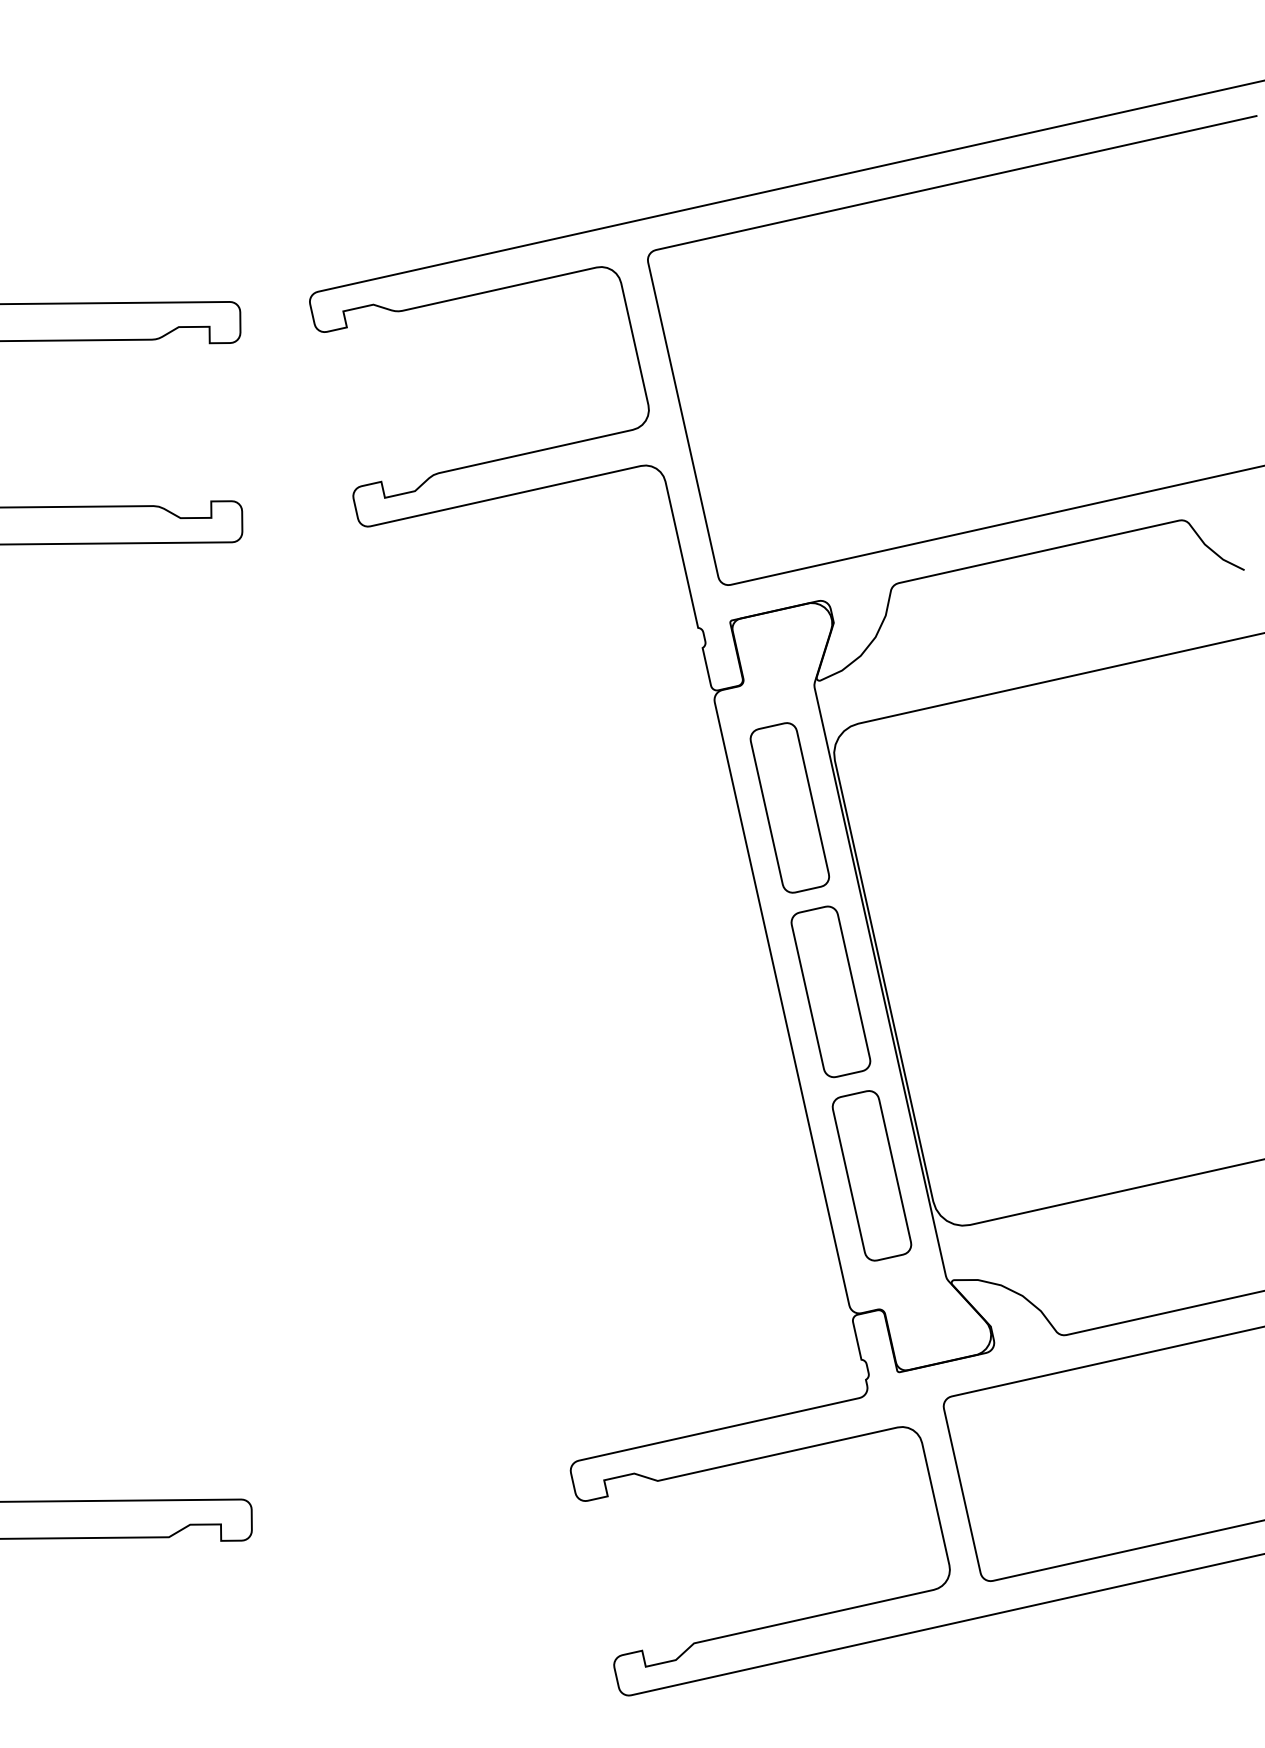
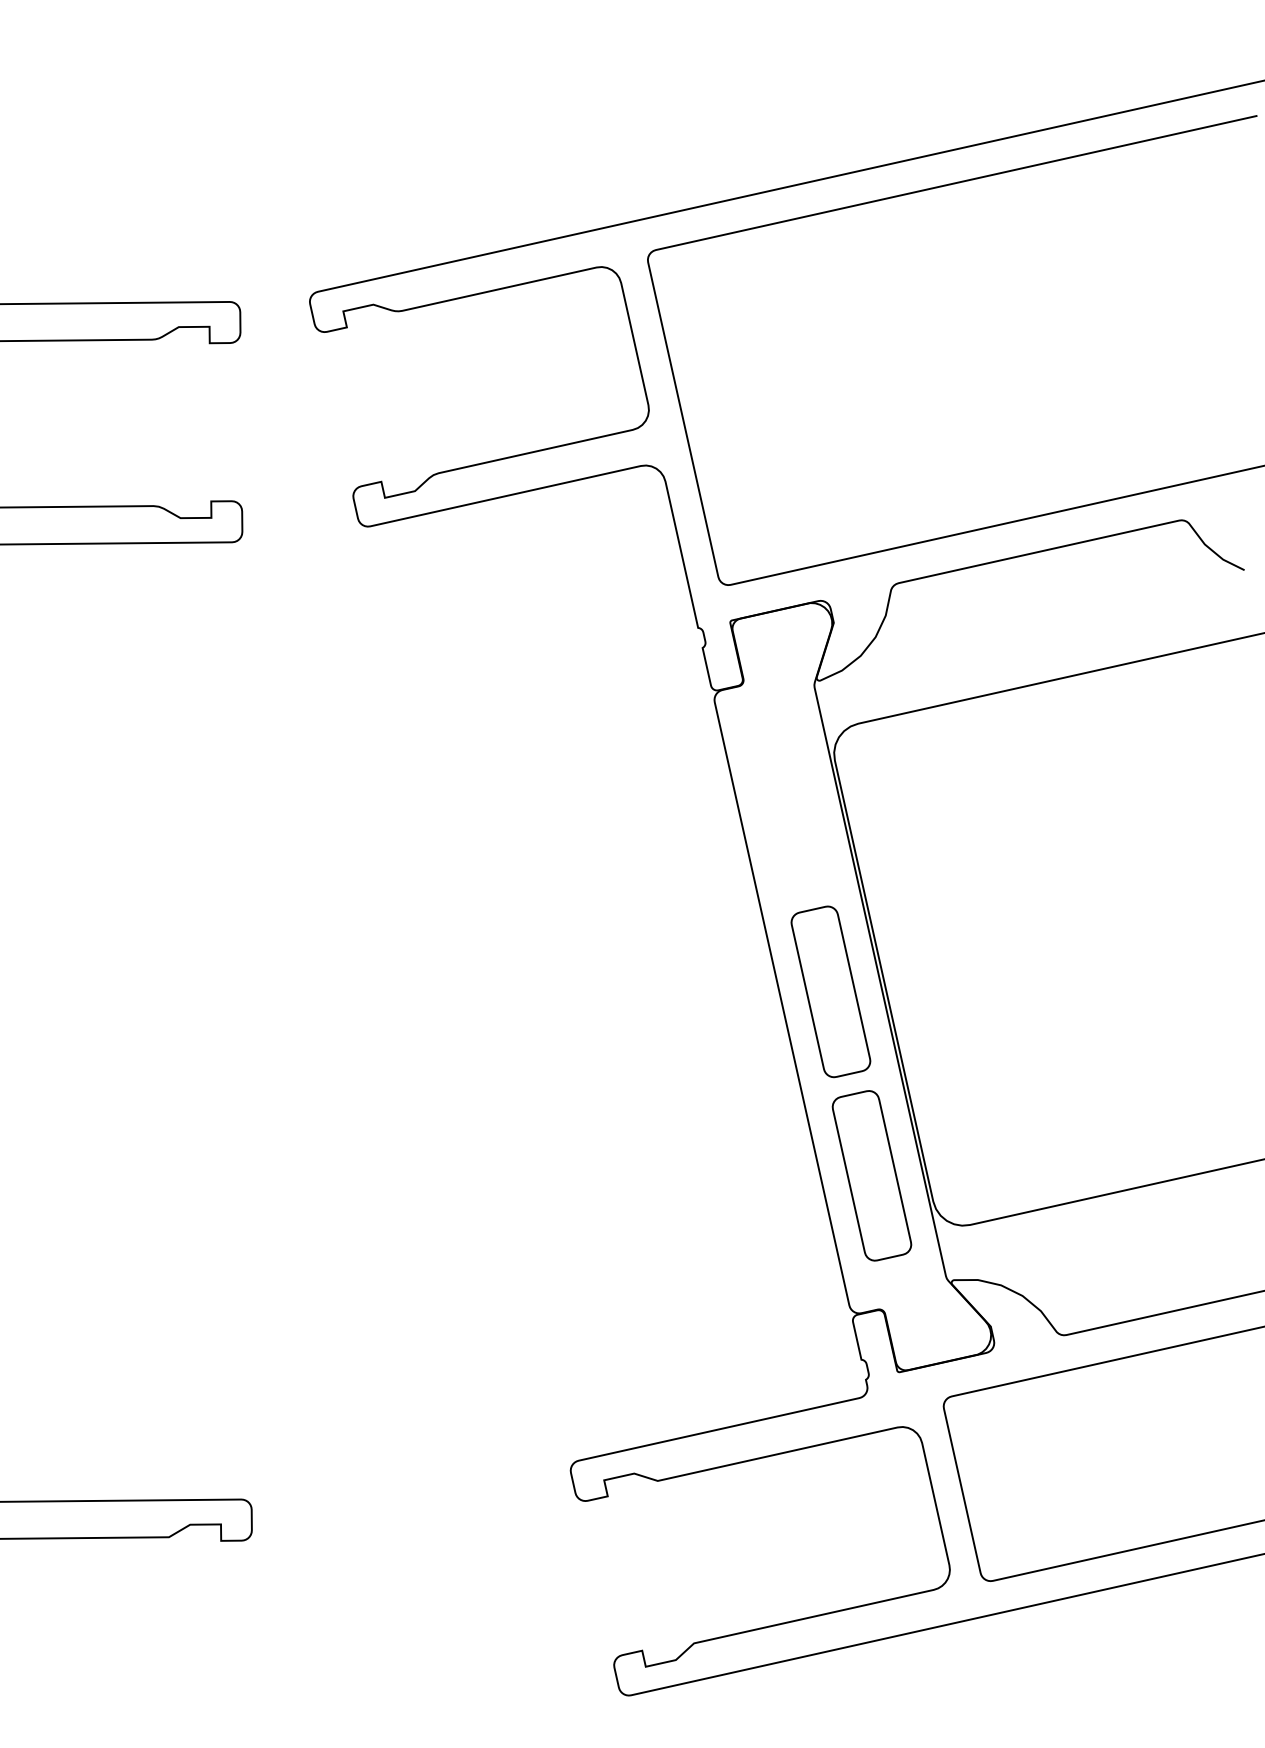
part at (789, 807): present -> none
